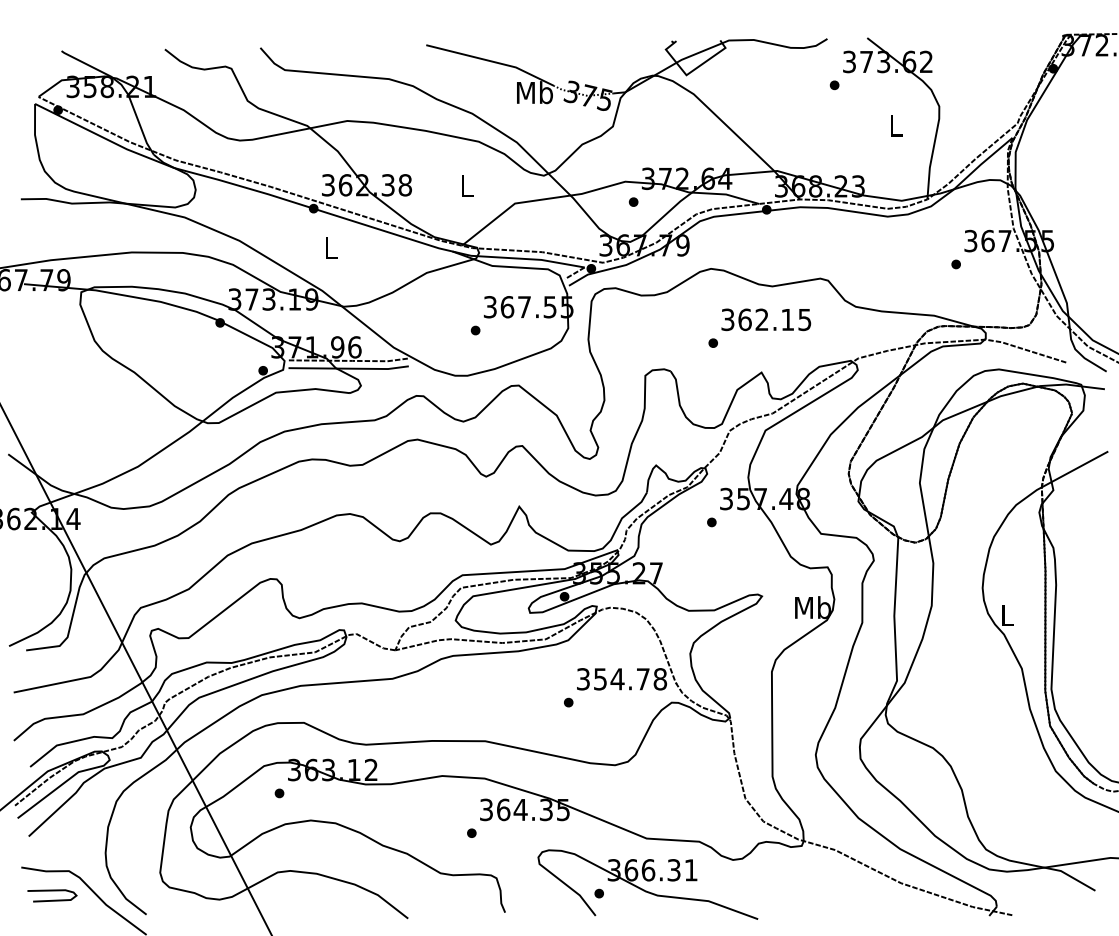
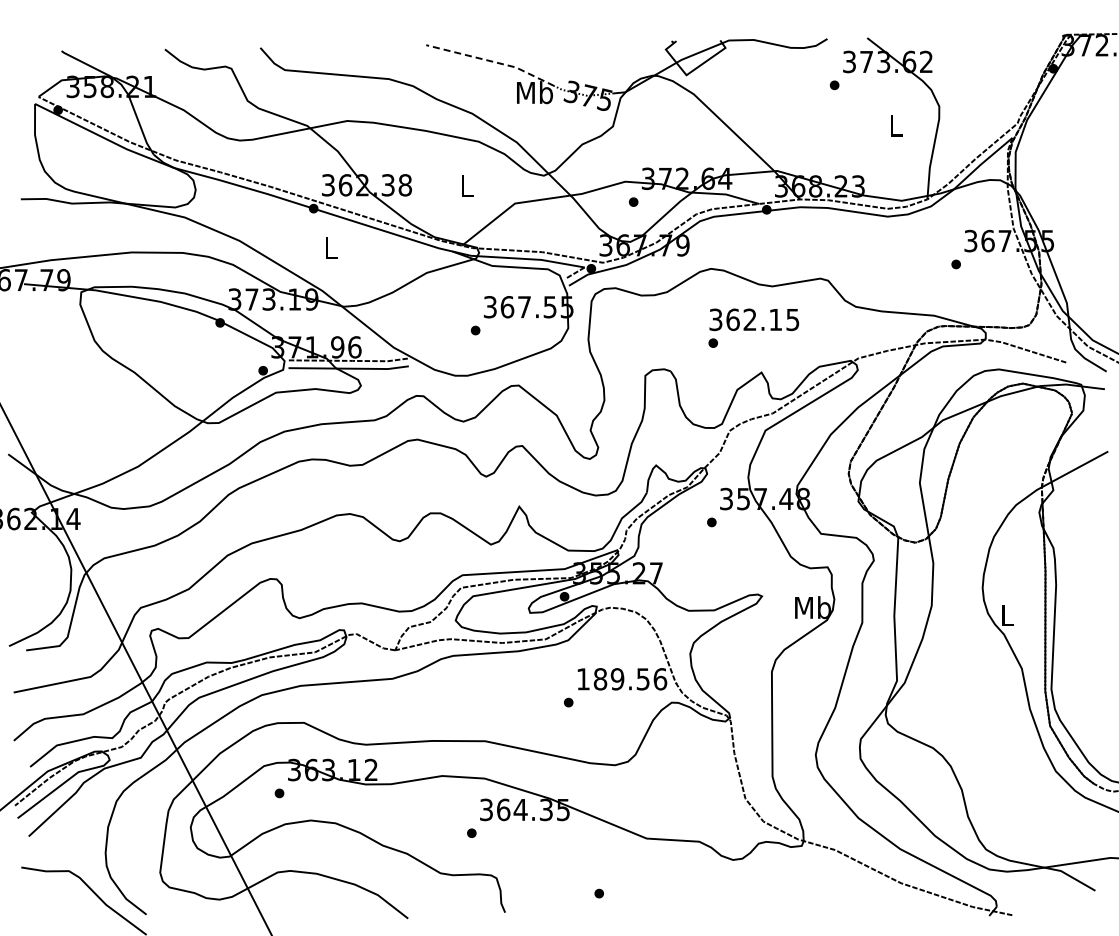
line at (491, 61): solid -> dashed
text at (766, 319) position: (766, 319) -> (754, 319)
text at (622, 679): 354.78 -> 189.56
part at (647, 884): present -> none
curve at (52, 891): present -> none
